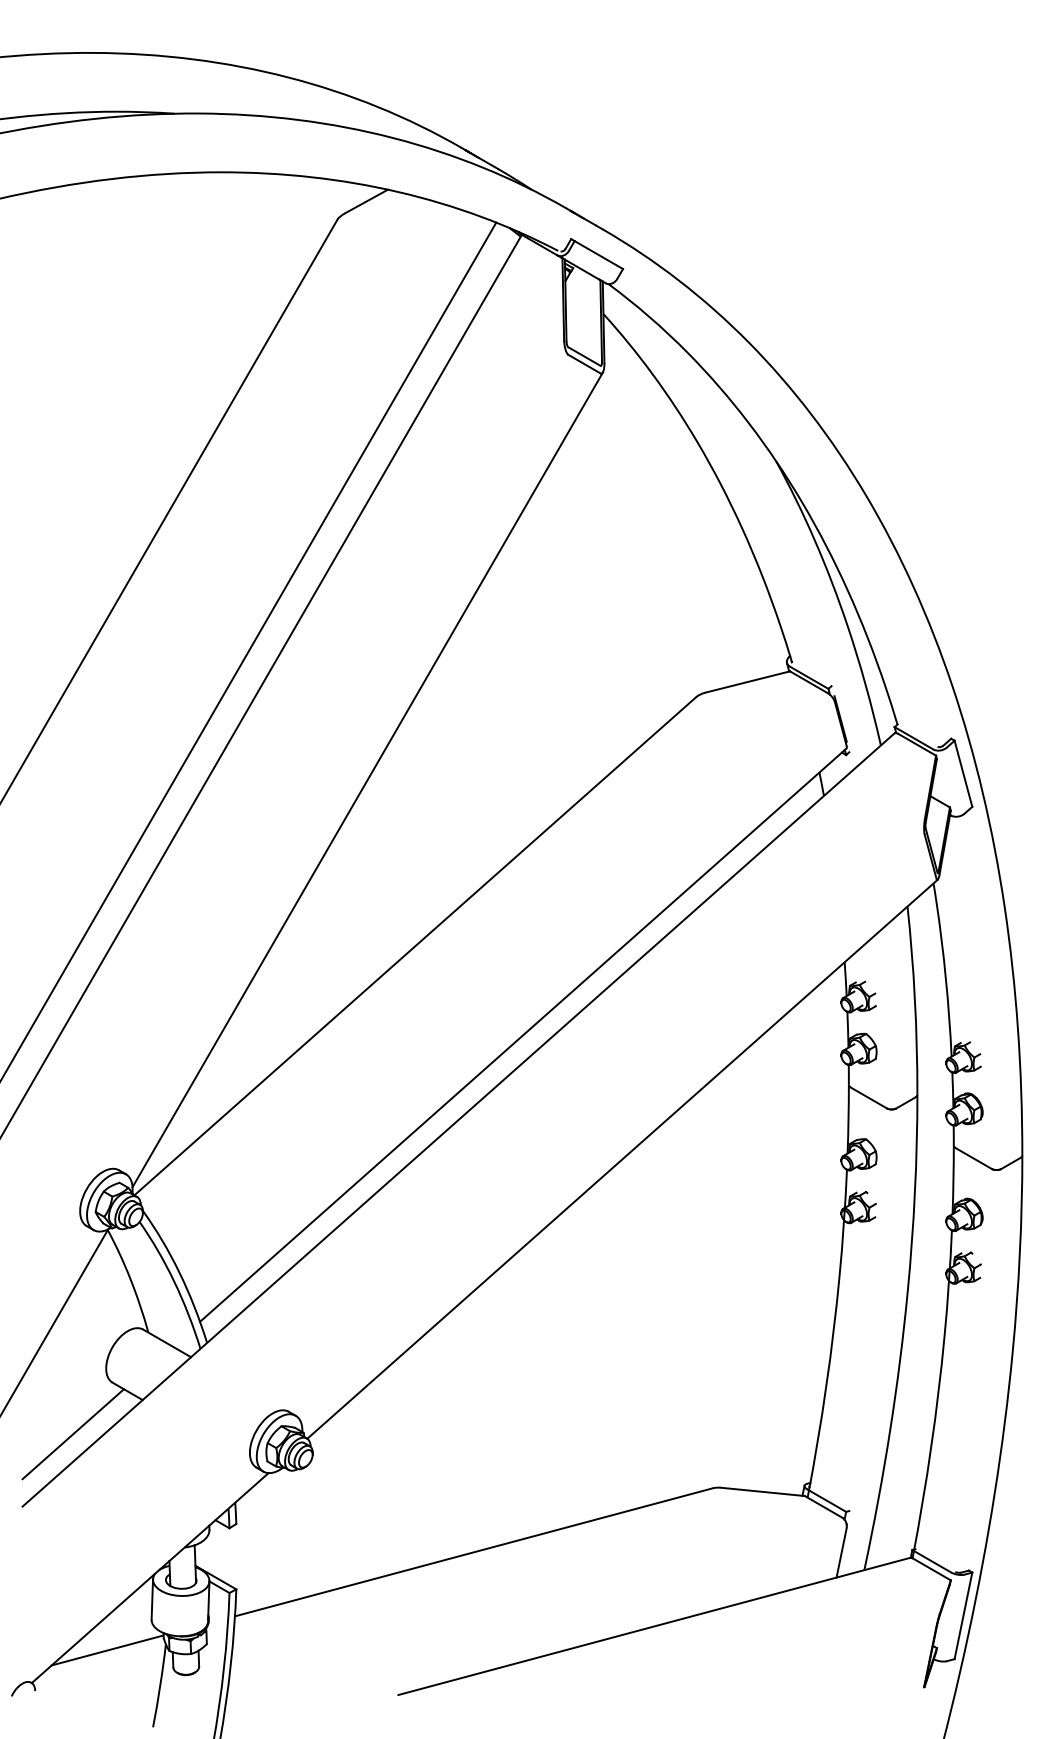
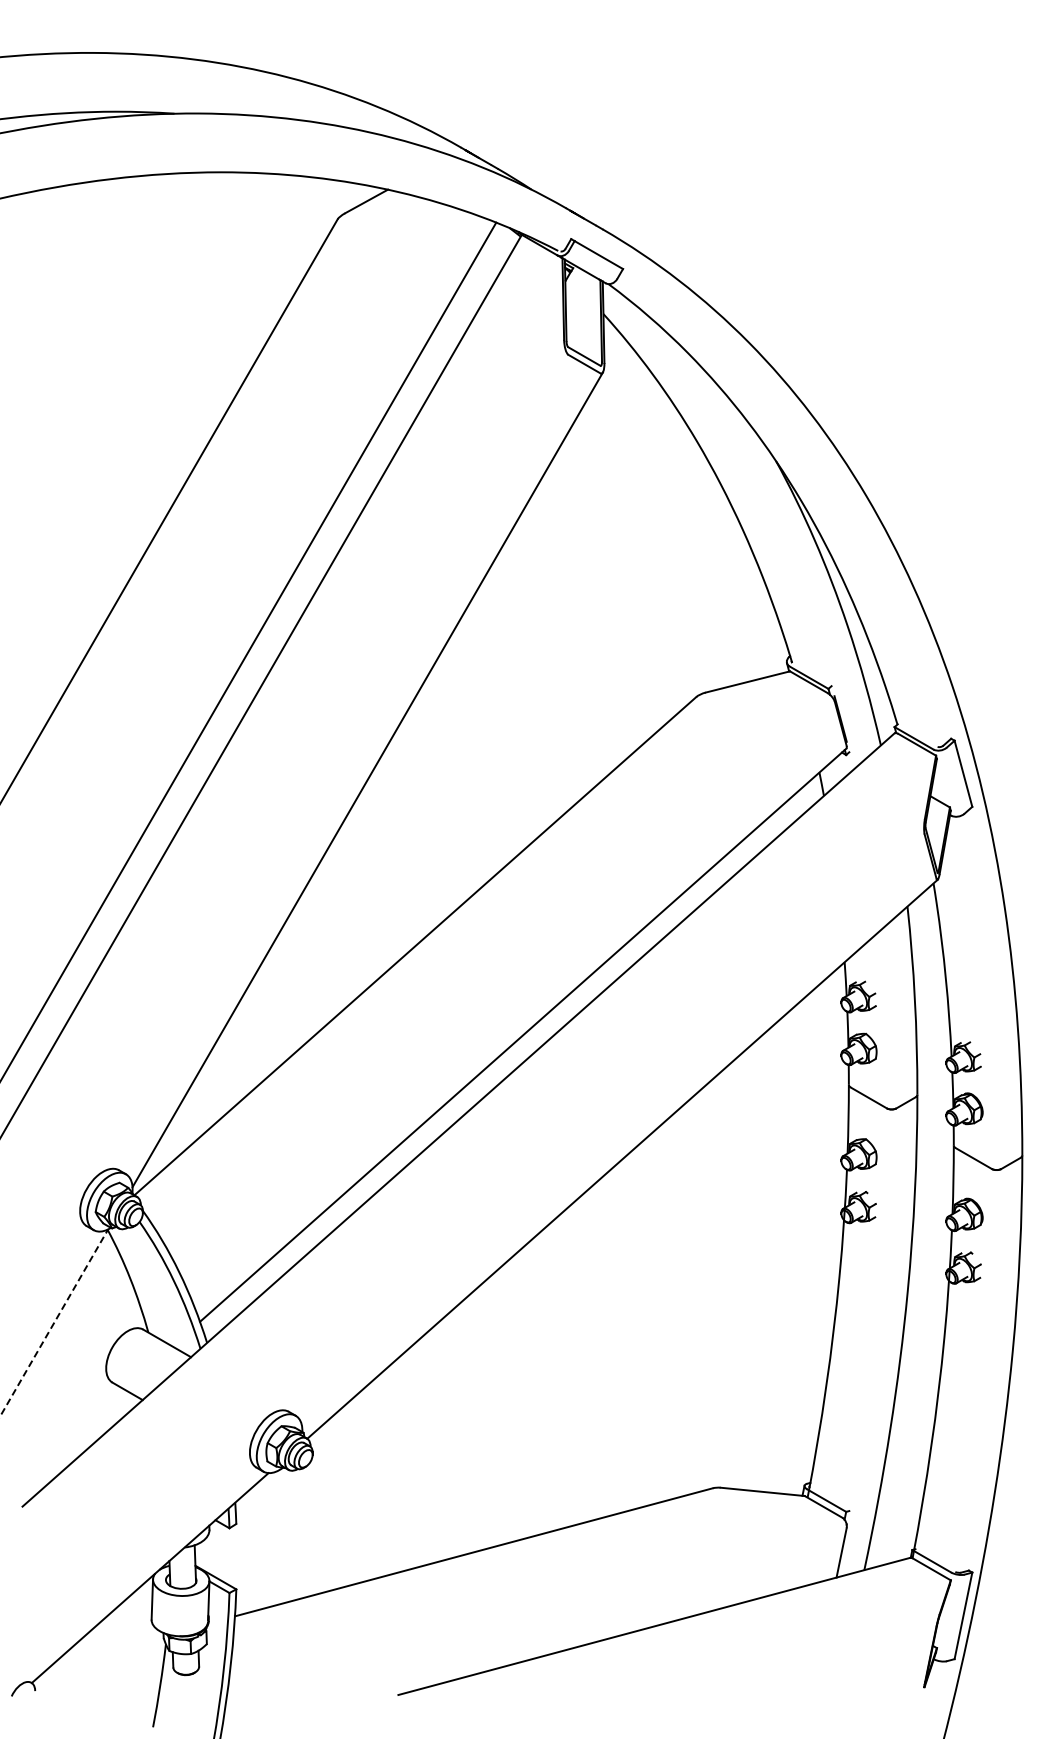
line at (54, 1322): solid -> dashed
line at (72, 1434): present -> none
line at (107, 1650): present -> none
